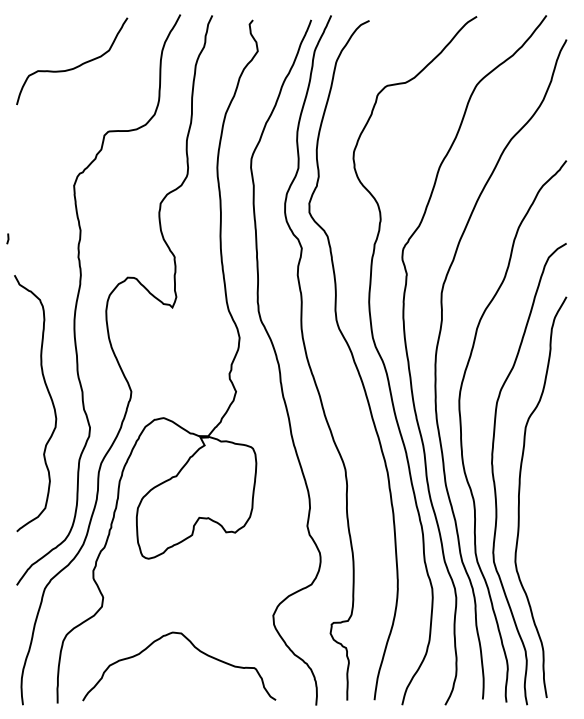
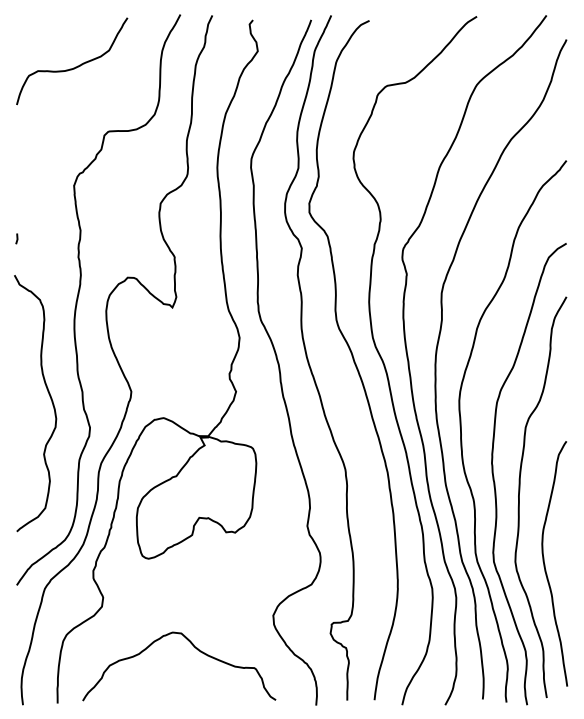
line at (7, 238) position: (7, 238) -> (16, 238)
curve at (545, 564): none -> present
